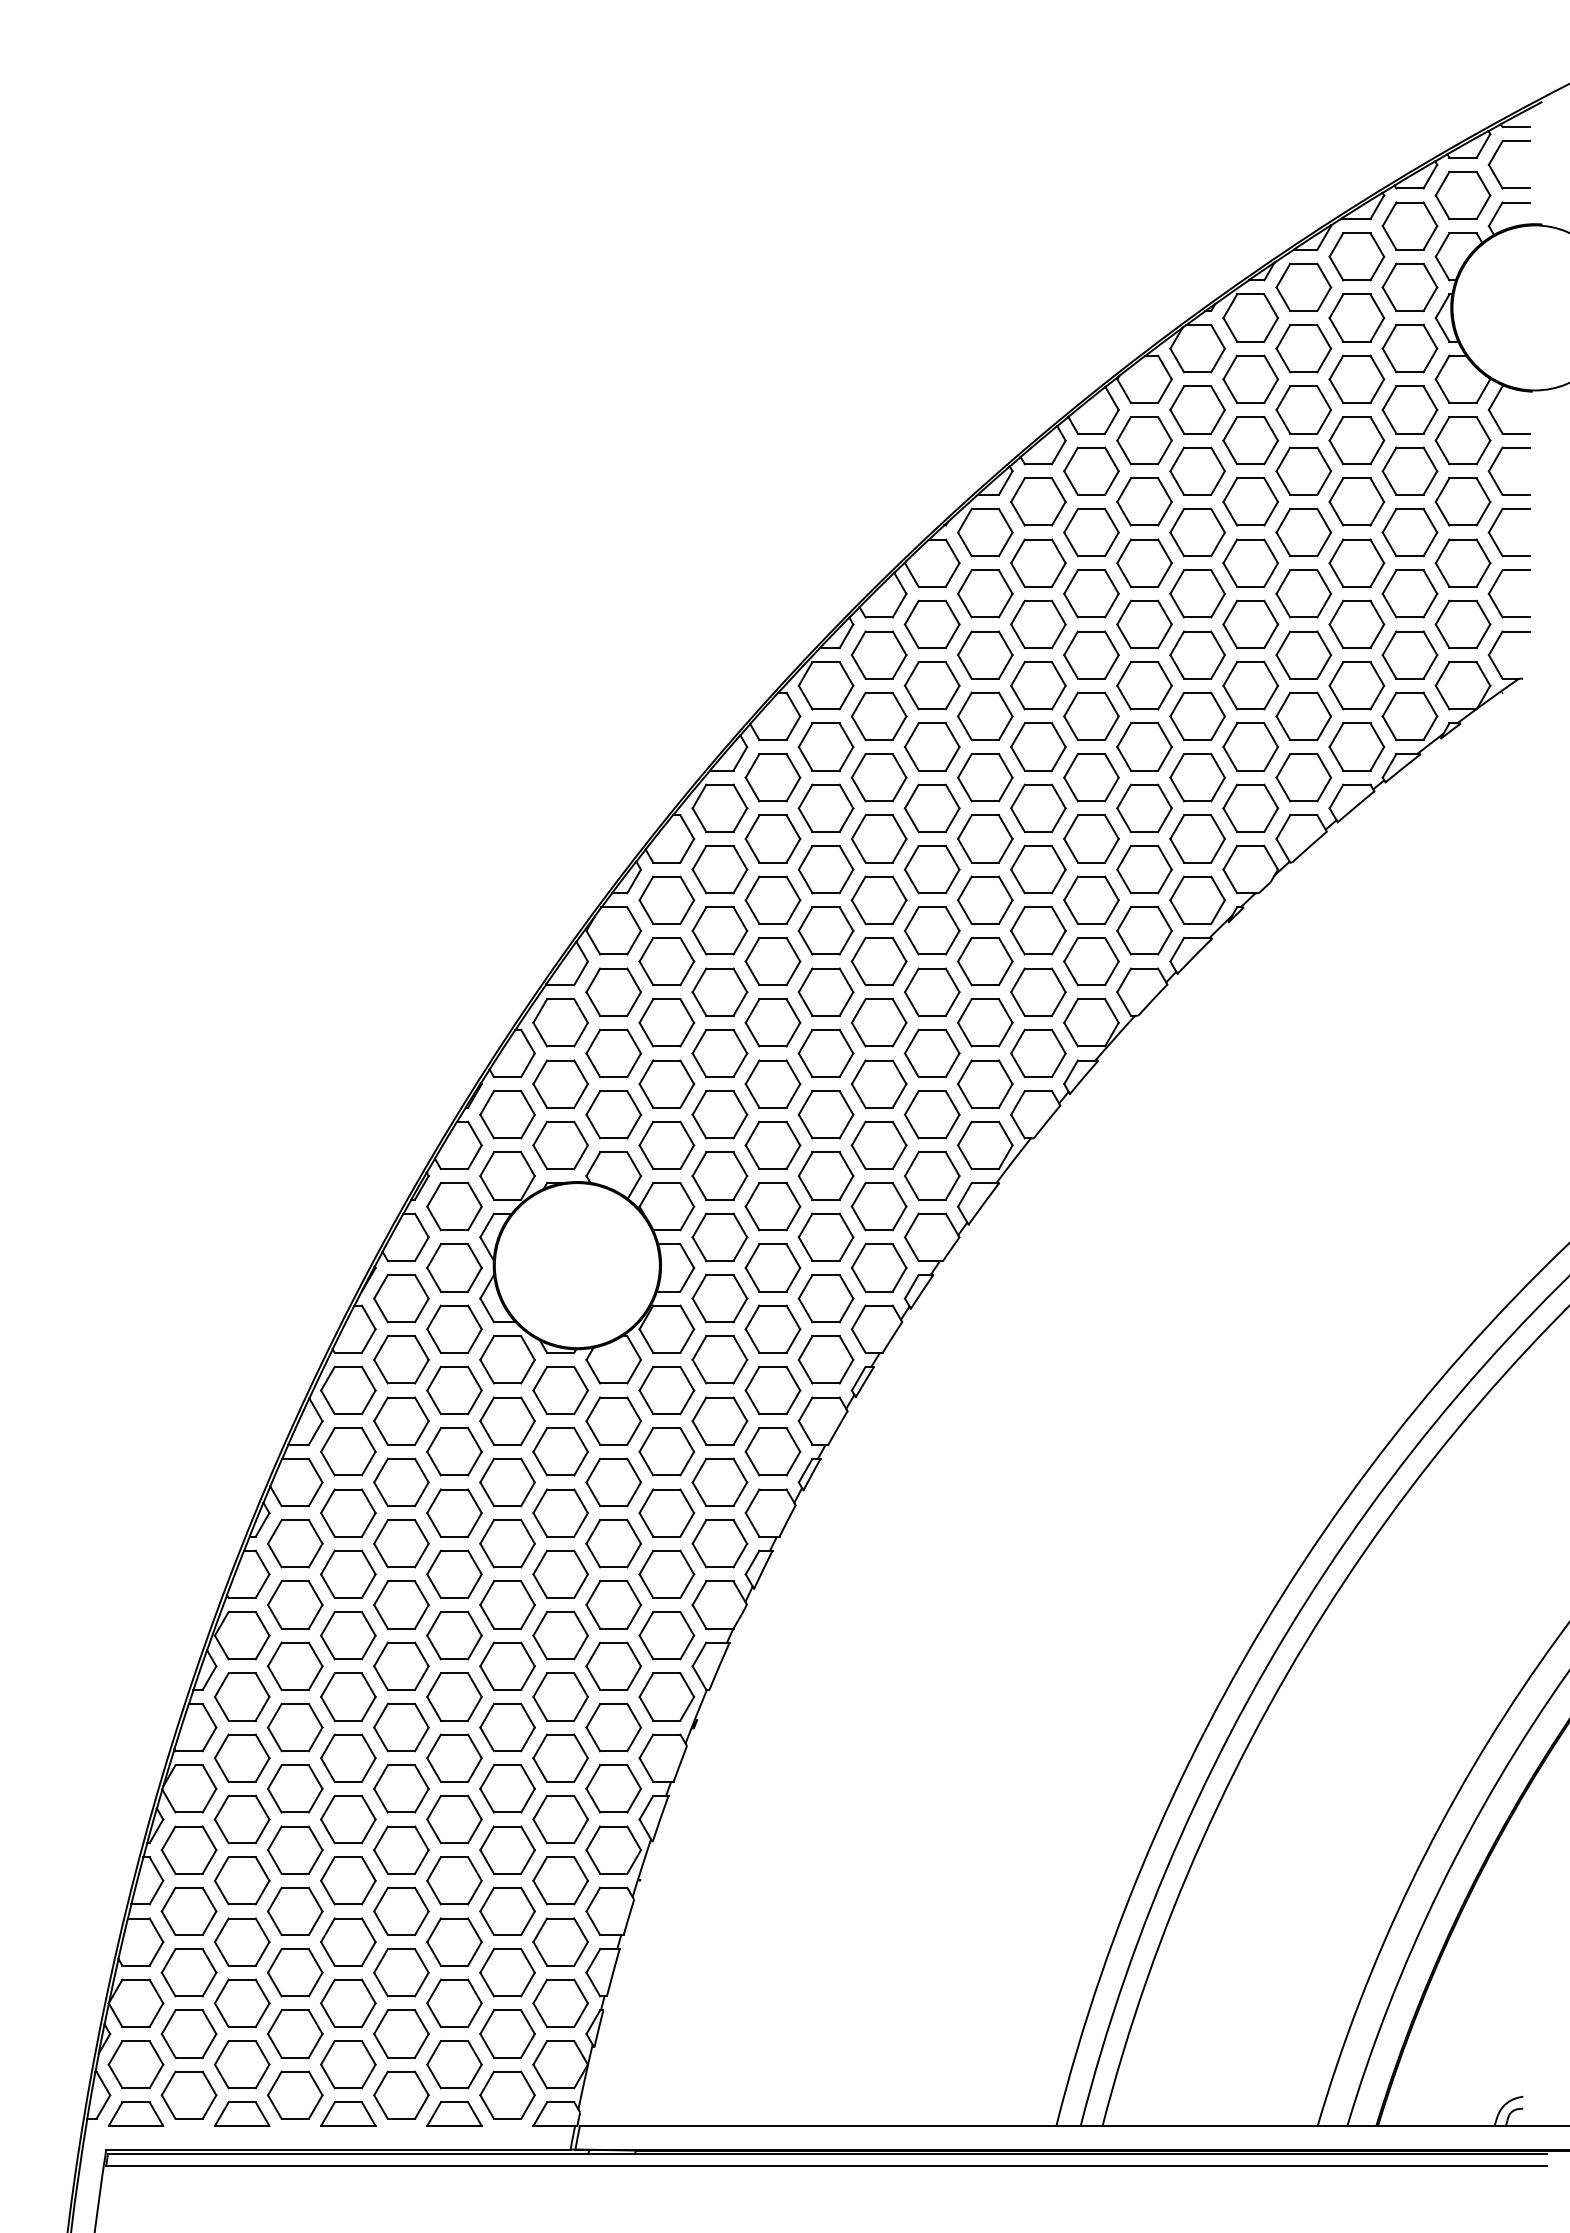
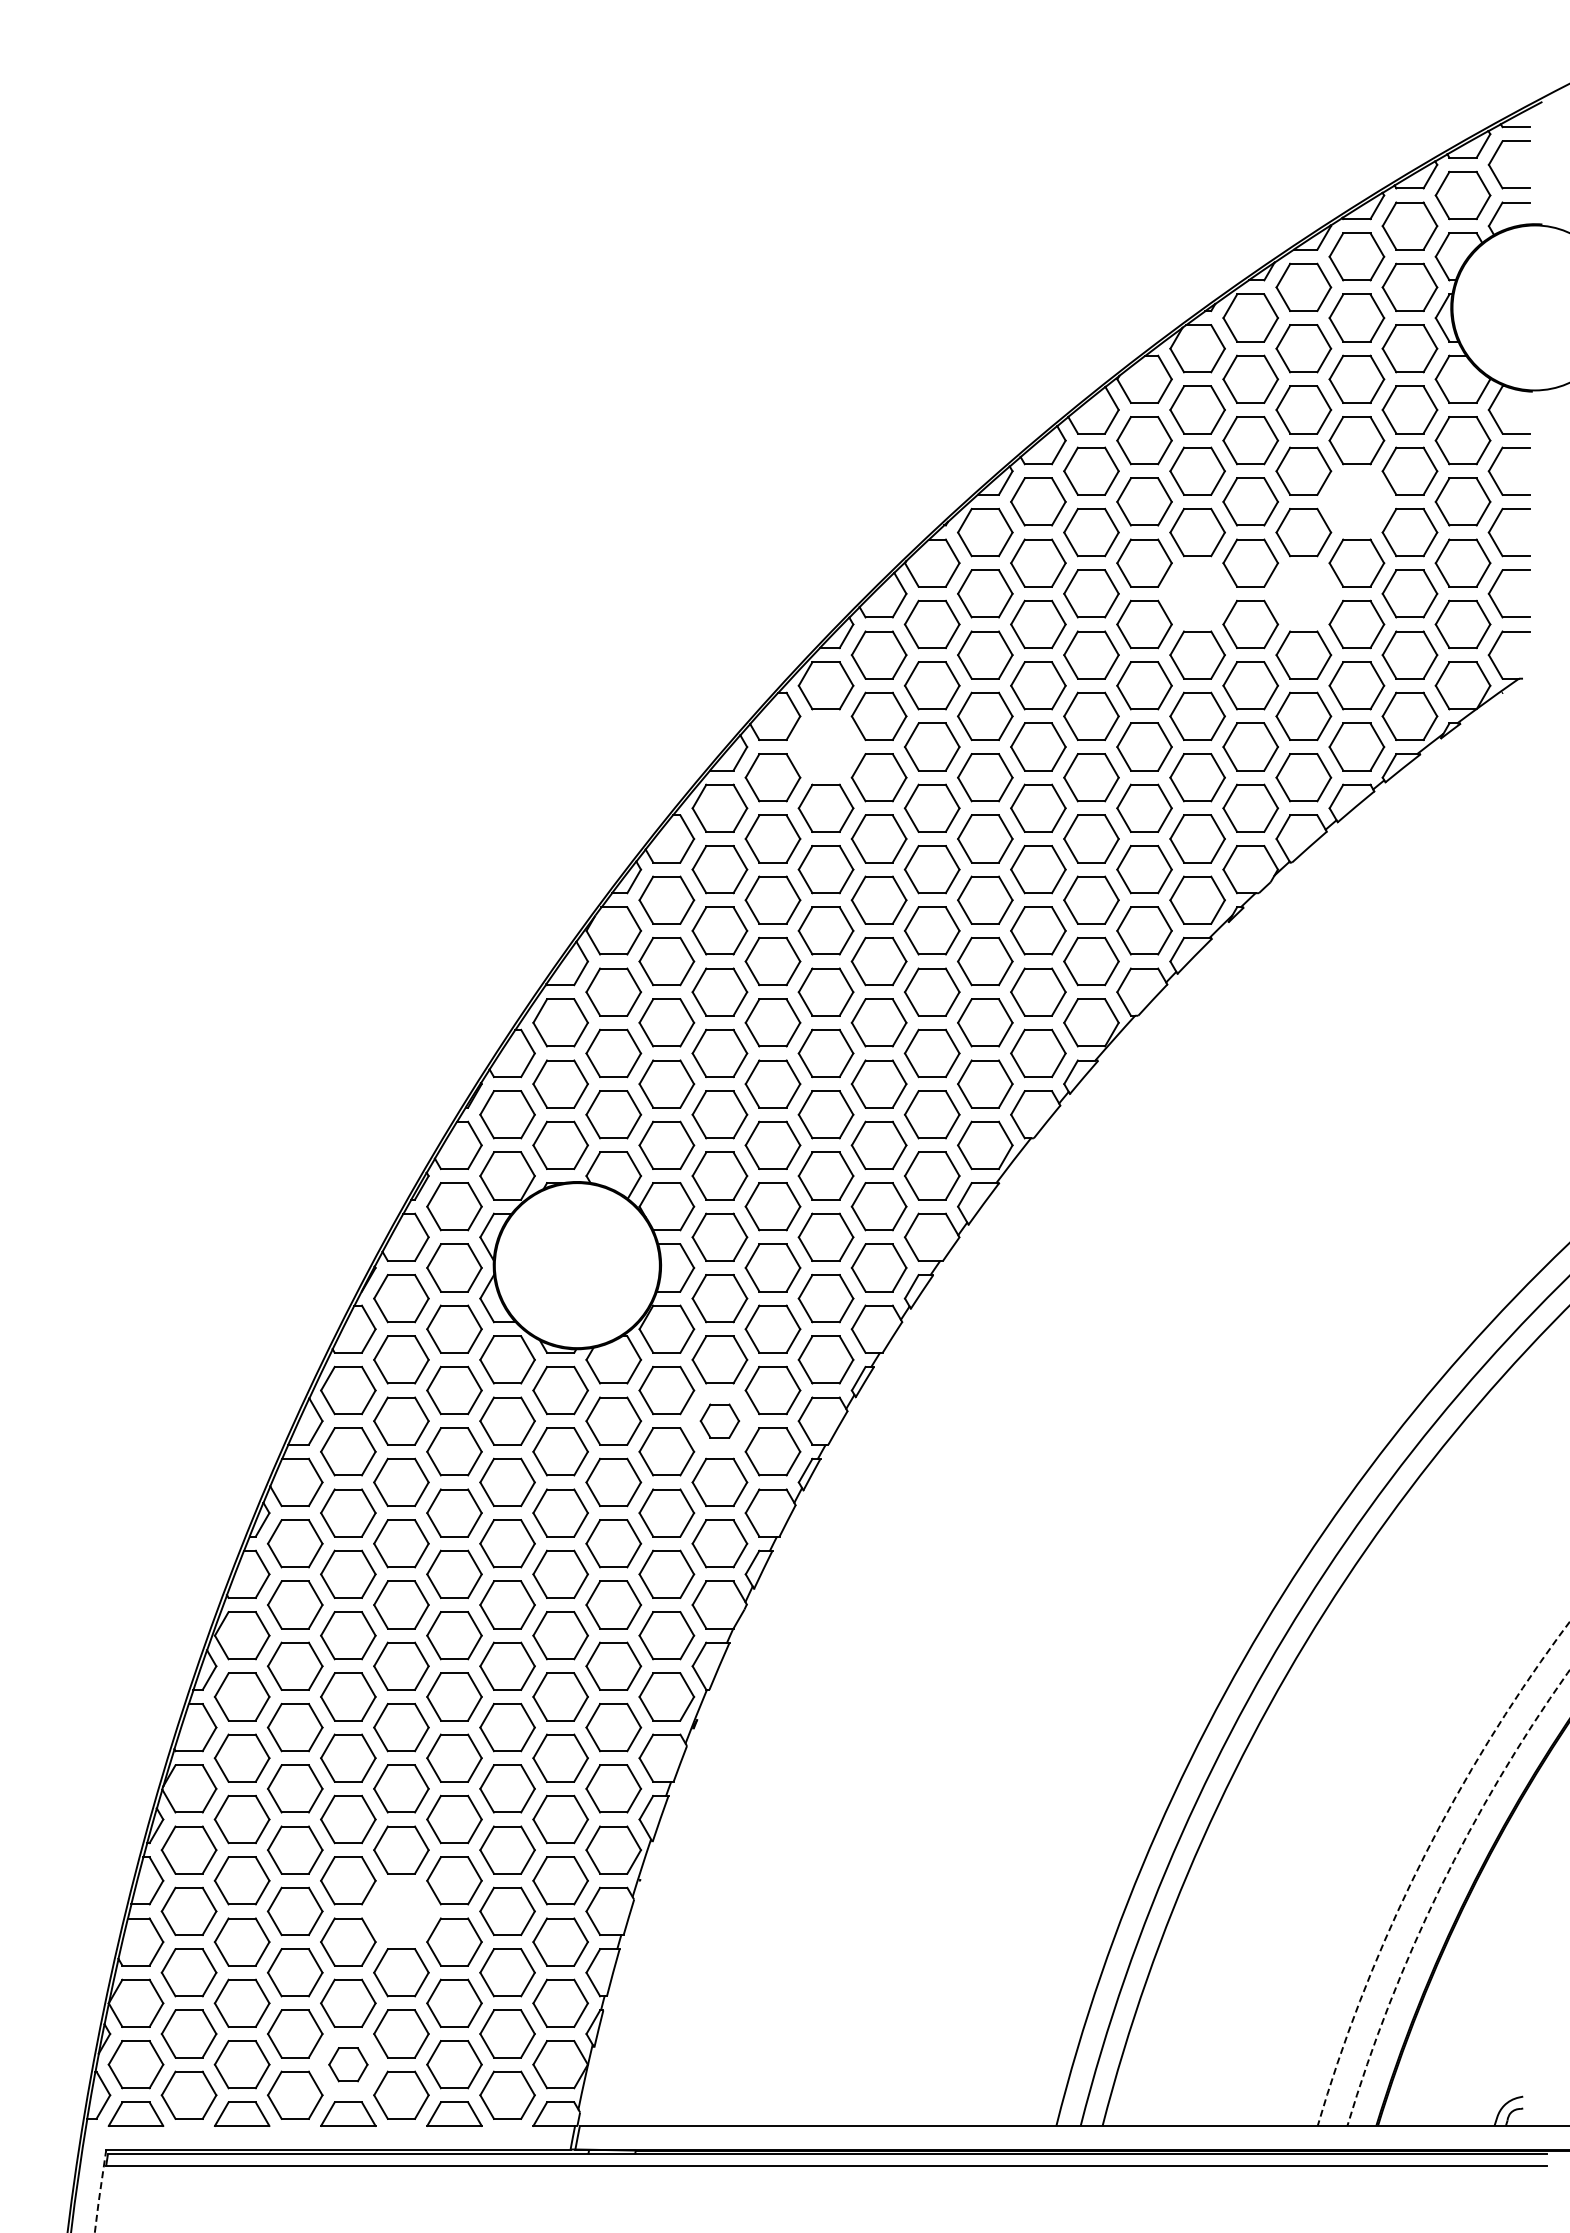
part at (1356, 501): present -> none
part at (1197, 593): present -> none
part at (1303, 593): present -> none
part at (825, 746): present -> none
part at (719, 1420) size: 58x50 px -> 42x36 px
arc at (1421, 1862): solid -> dashed
arc at (1440, 1888): solid -> dashed
part at (401, 1911): present -> none
part at (348, 2064) size: 57x50 px -> 41x36 px
arc at (100, 2191): solid -> dashed
